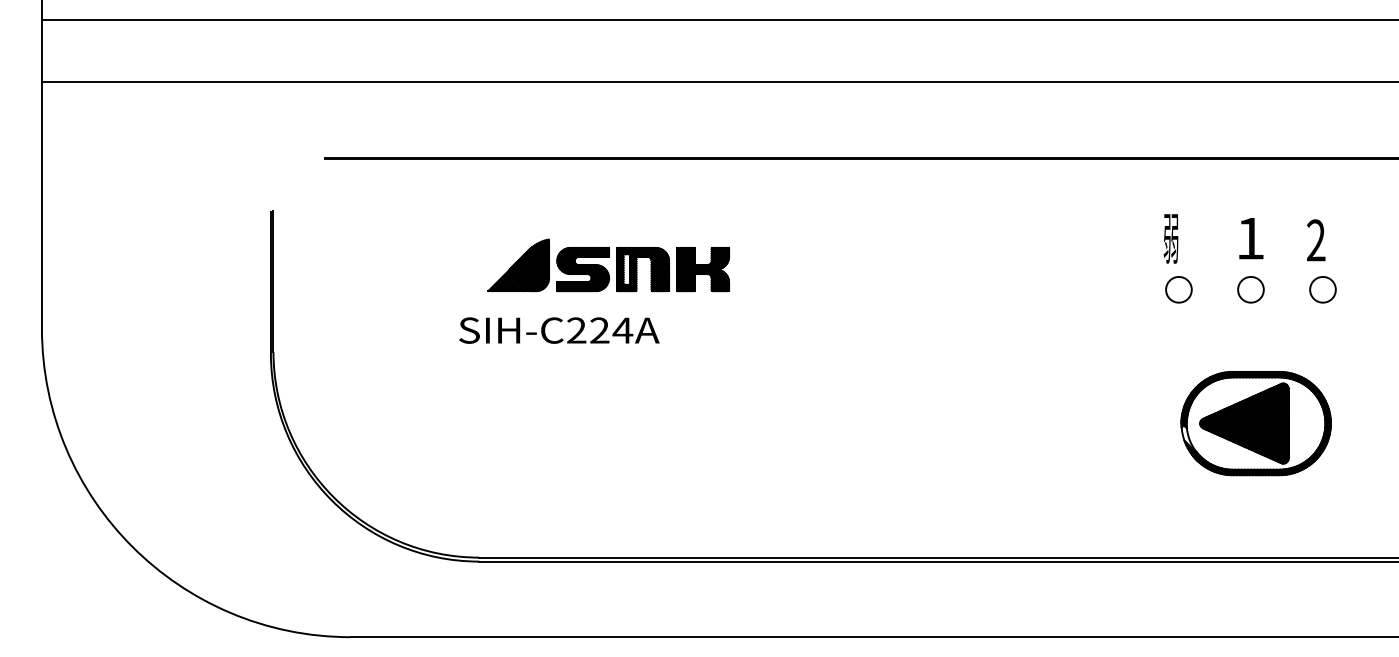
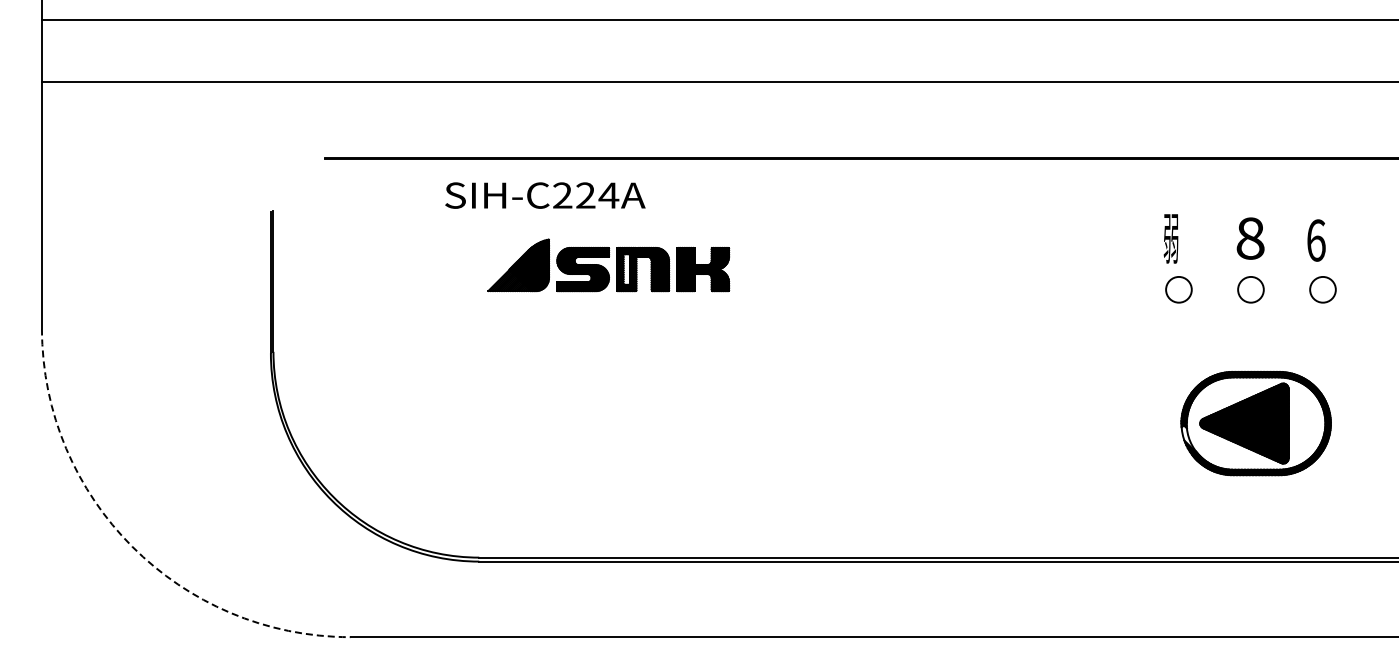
text at (1250, 238): 1 -> 8
text at (1316, 240): 2 -> 6
text at (559, 330) position: (559, 330) -> (545, 195)
arc at (132, 546): solid -> dashed
